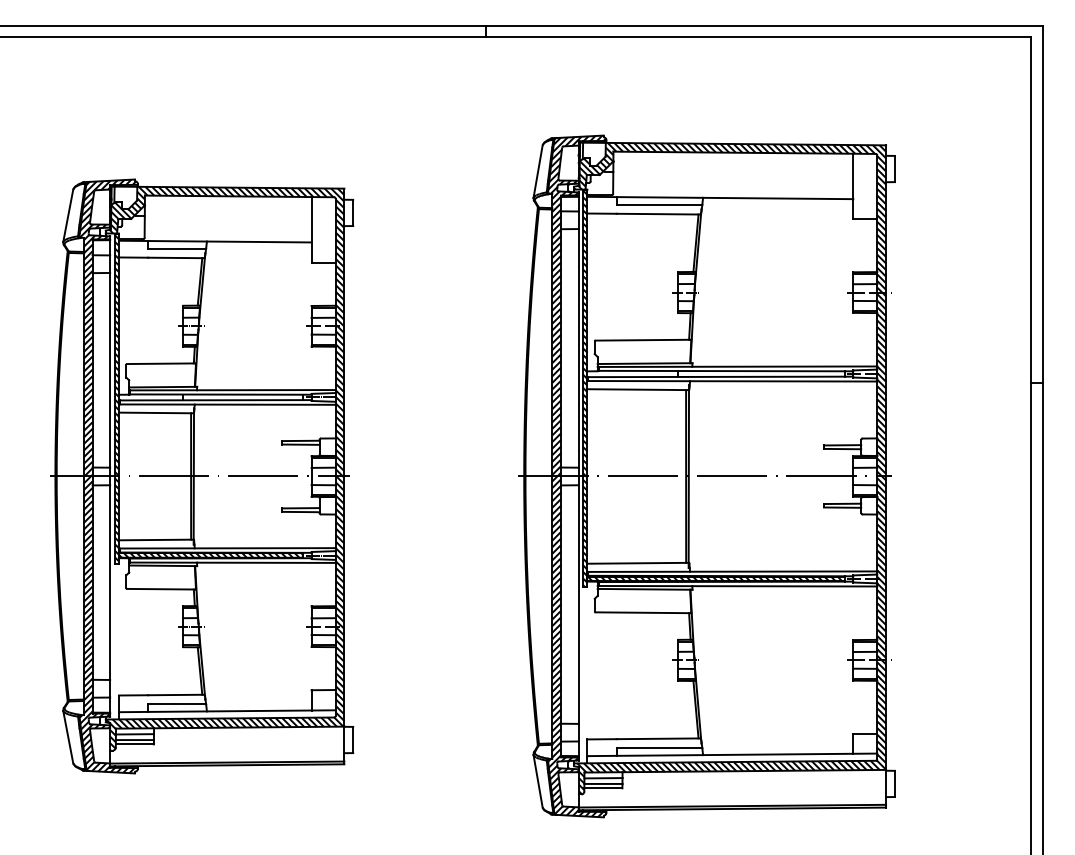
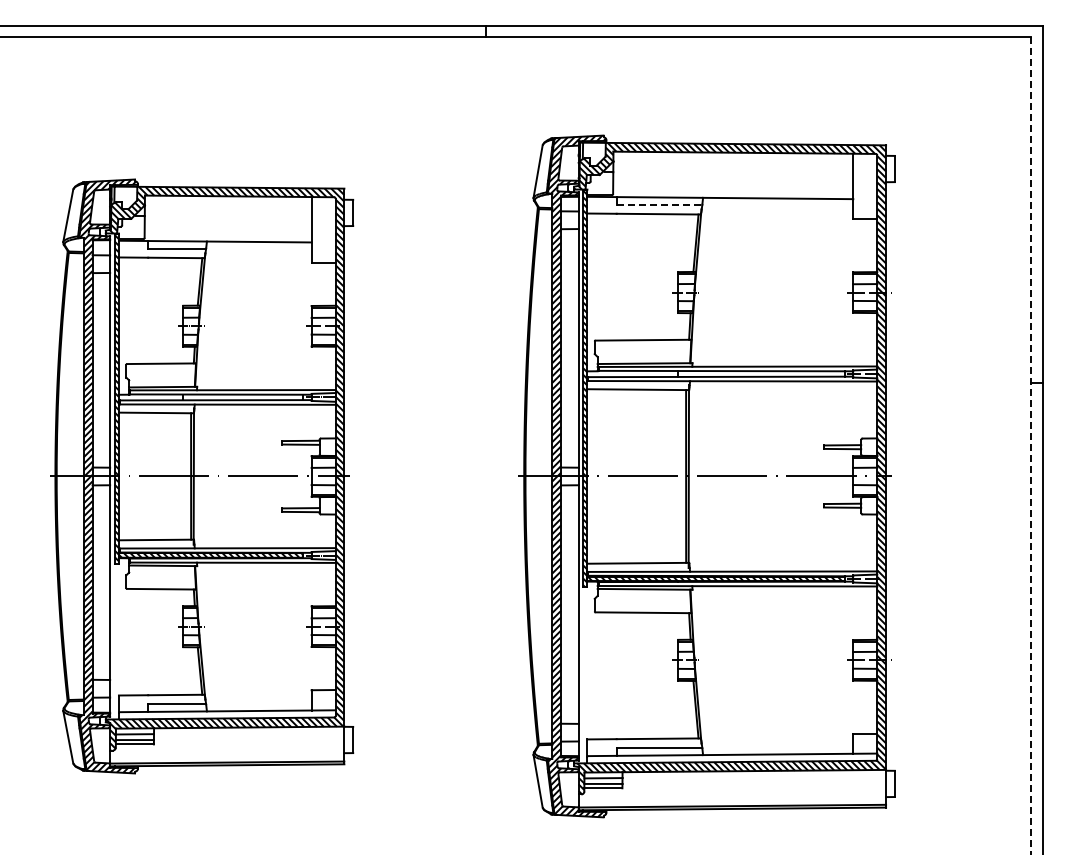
line at (659, 204): solid -> dashed
line at (1031, 446): solid -> dashed
